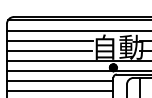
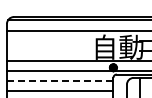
line at (49, 40): present -> none
line at (49, 50): present -> none
line at (60, 81): solid -> dashed
